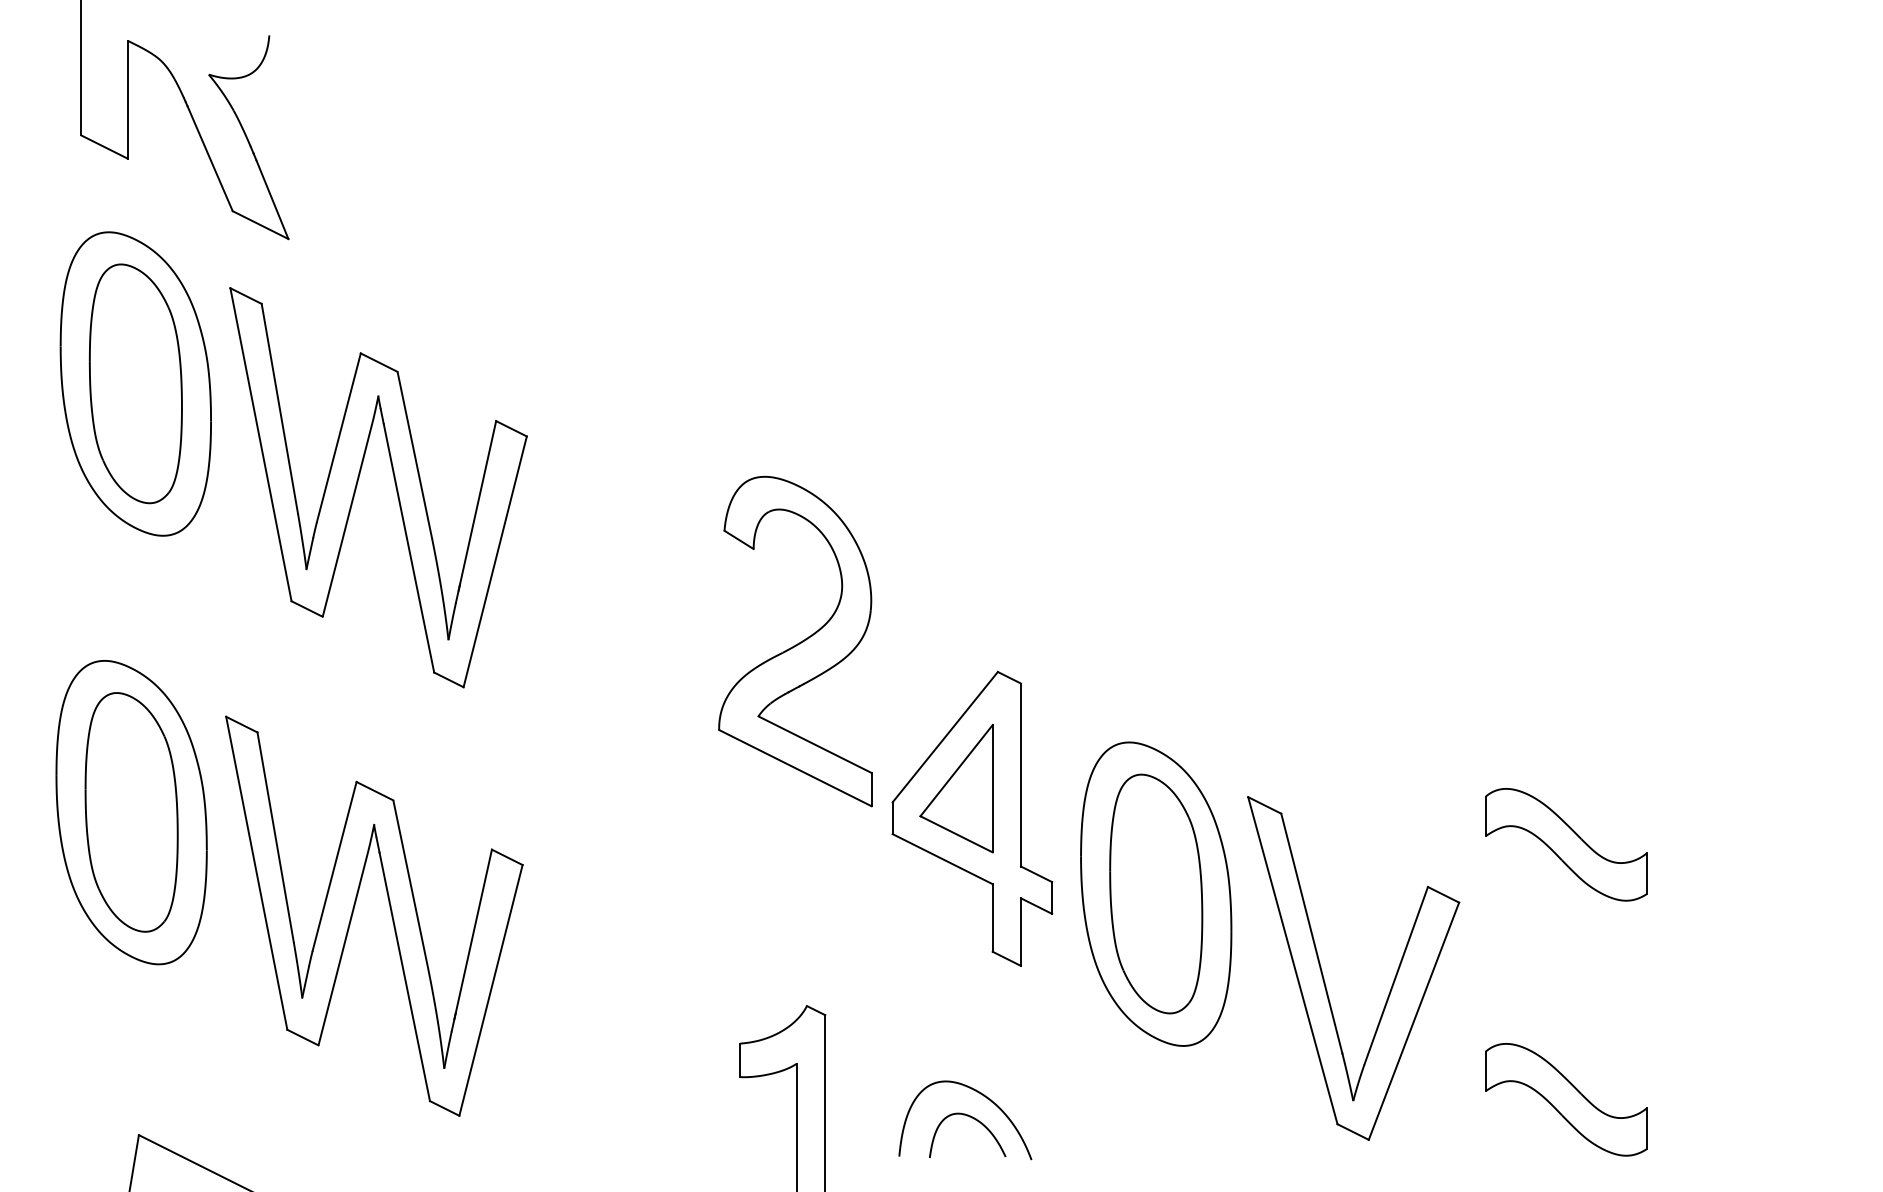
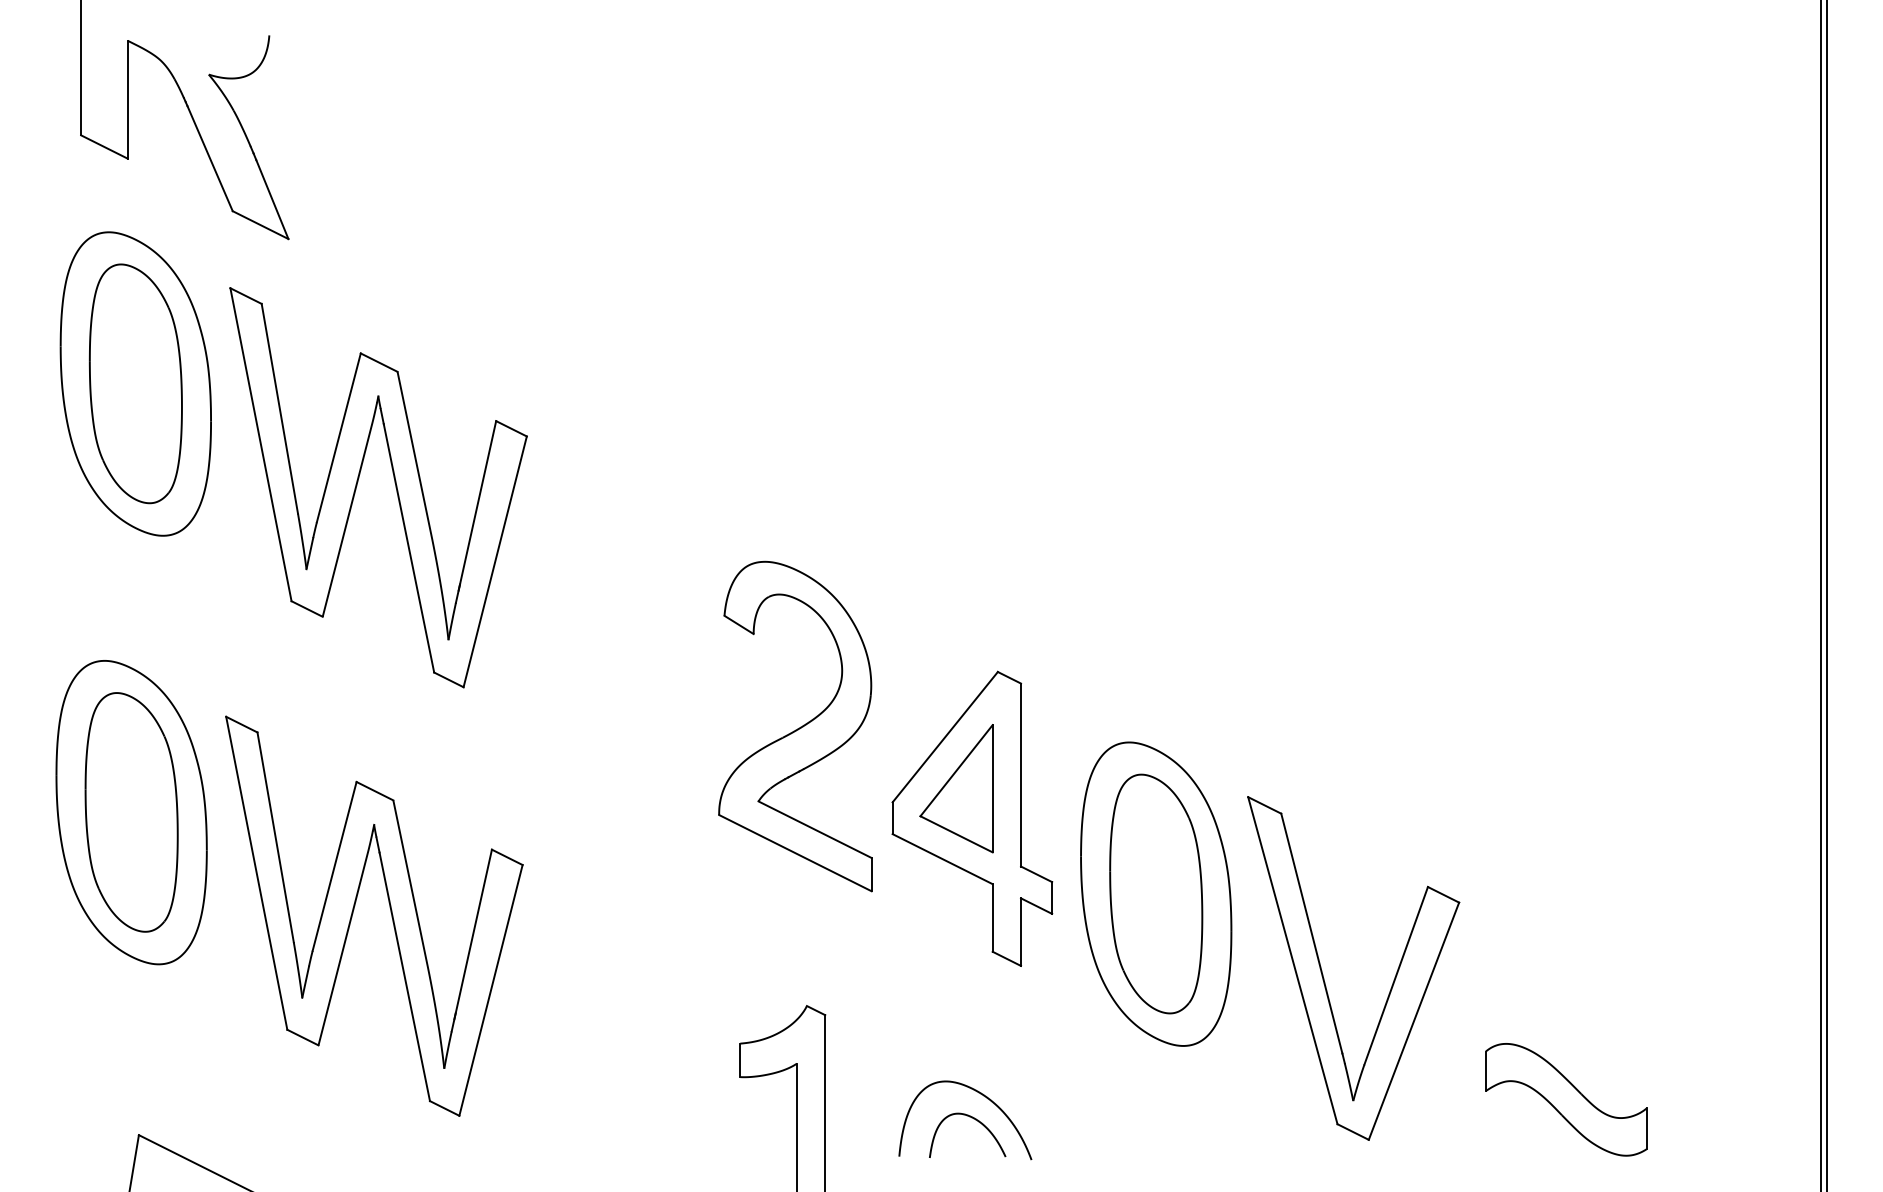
line at (1820, 595): none -> present
line at (1826, 595): none -> present
part at (795, 641) position: (795, 641) -> (795, 726)
part at (1566, 844): present -> none
